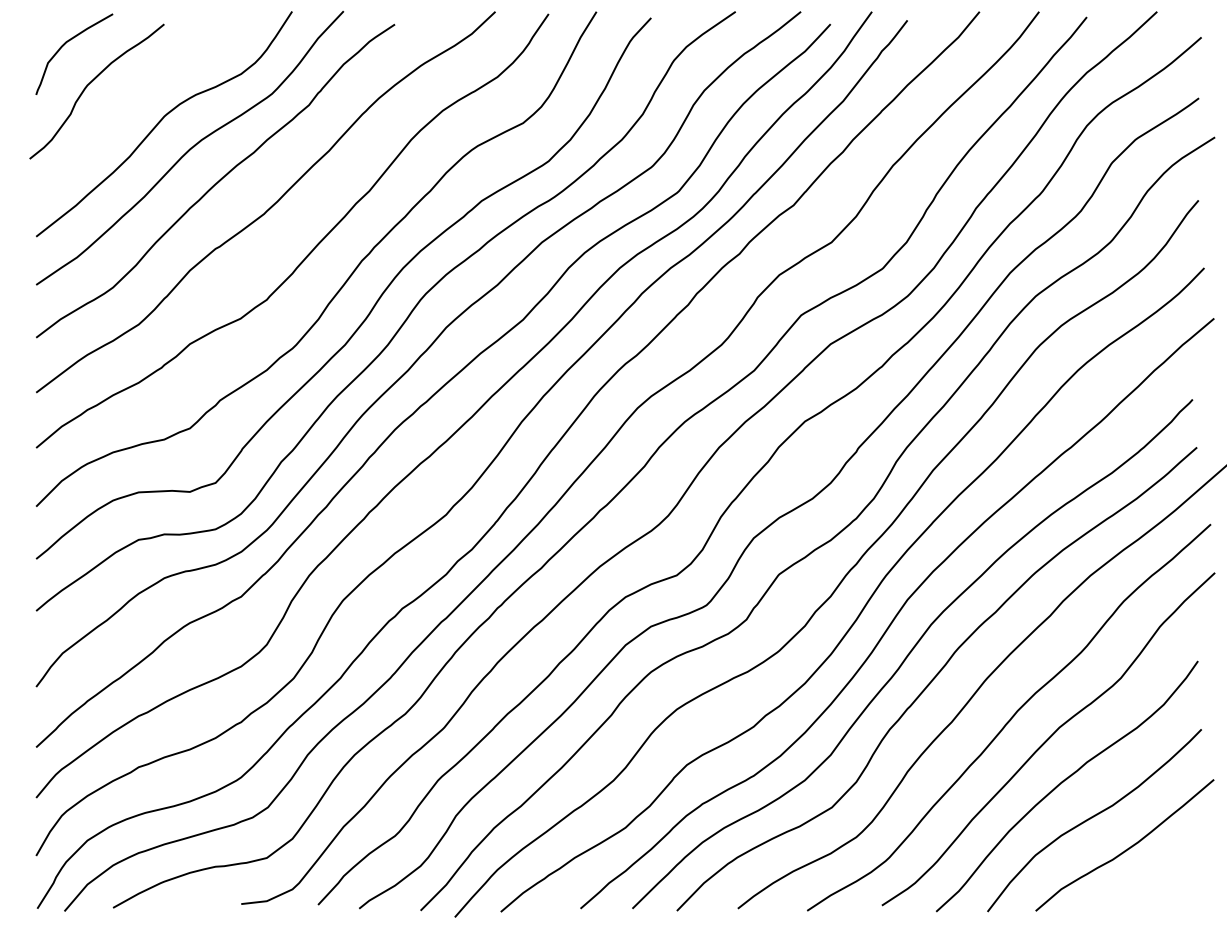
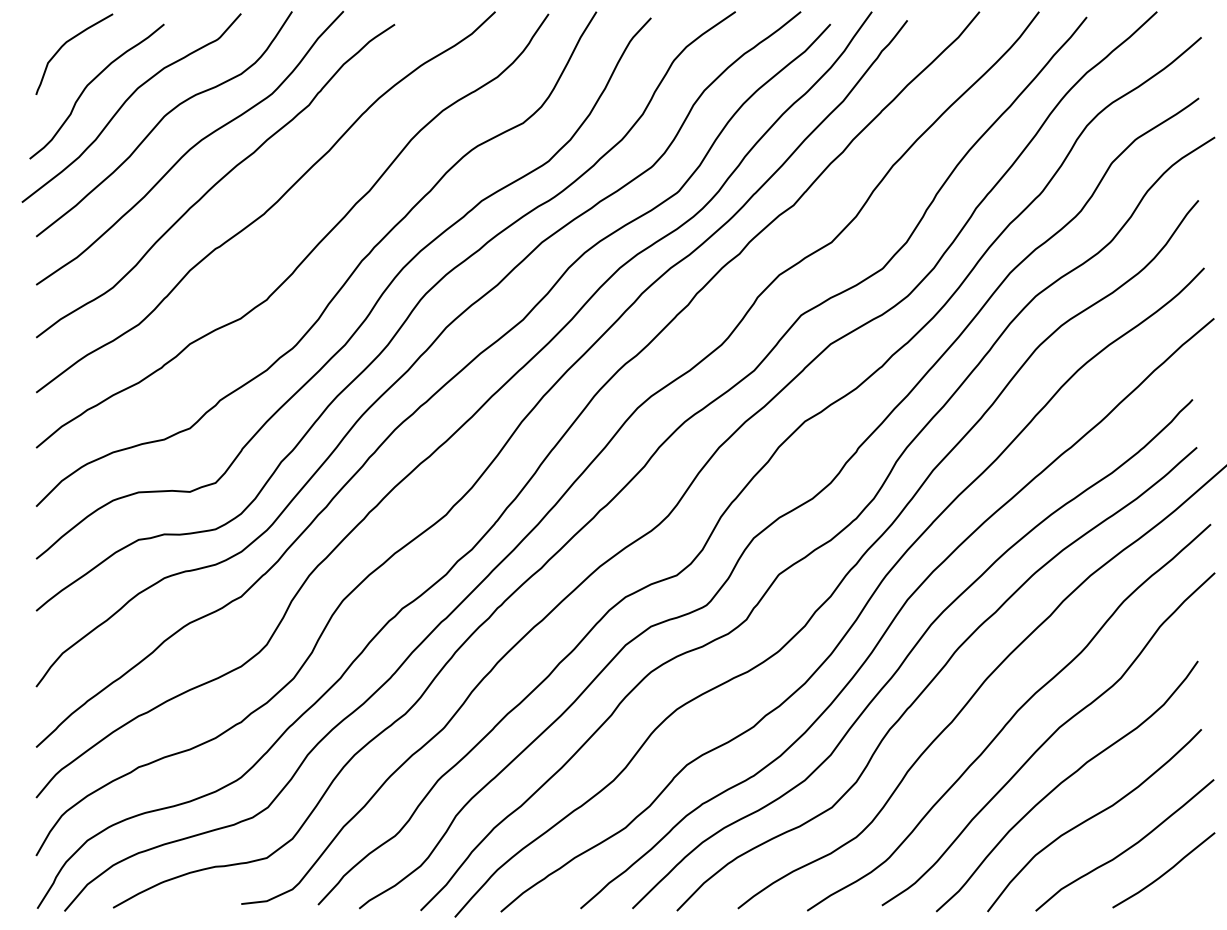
curve at (125, 103): none -> present
curve at (1165, 871): none -> present
